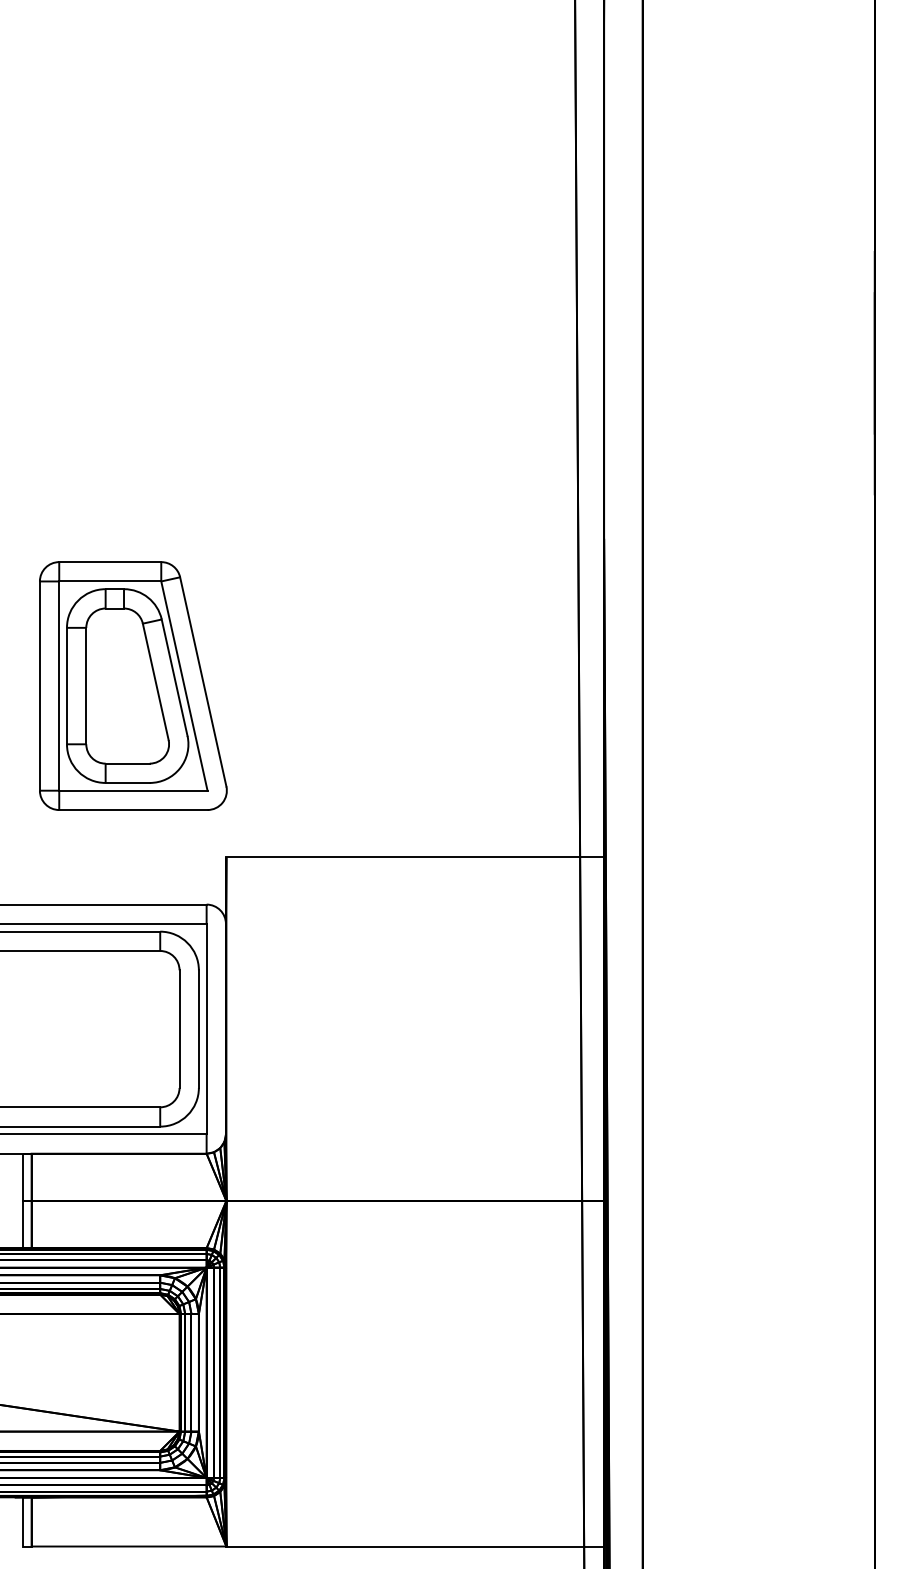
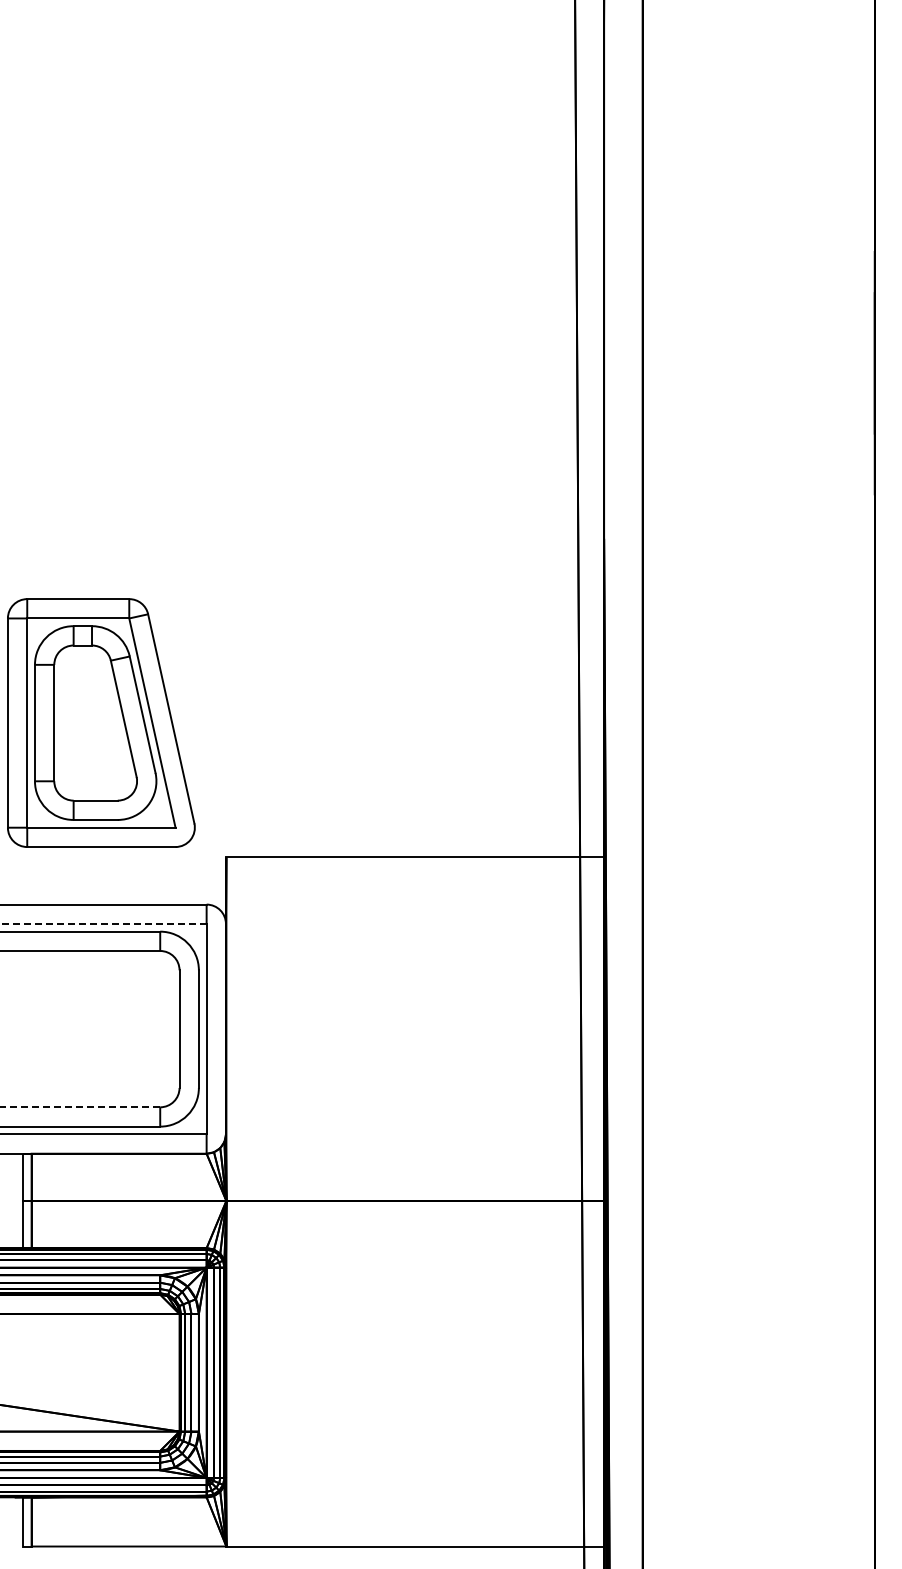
part at (133, 685) position: (133, 685) -> (101, 722)
line at (103, 923): solid -> dashed
line at (80, 1107): solid -> dashed
